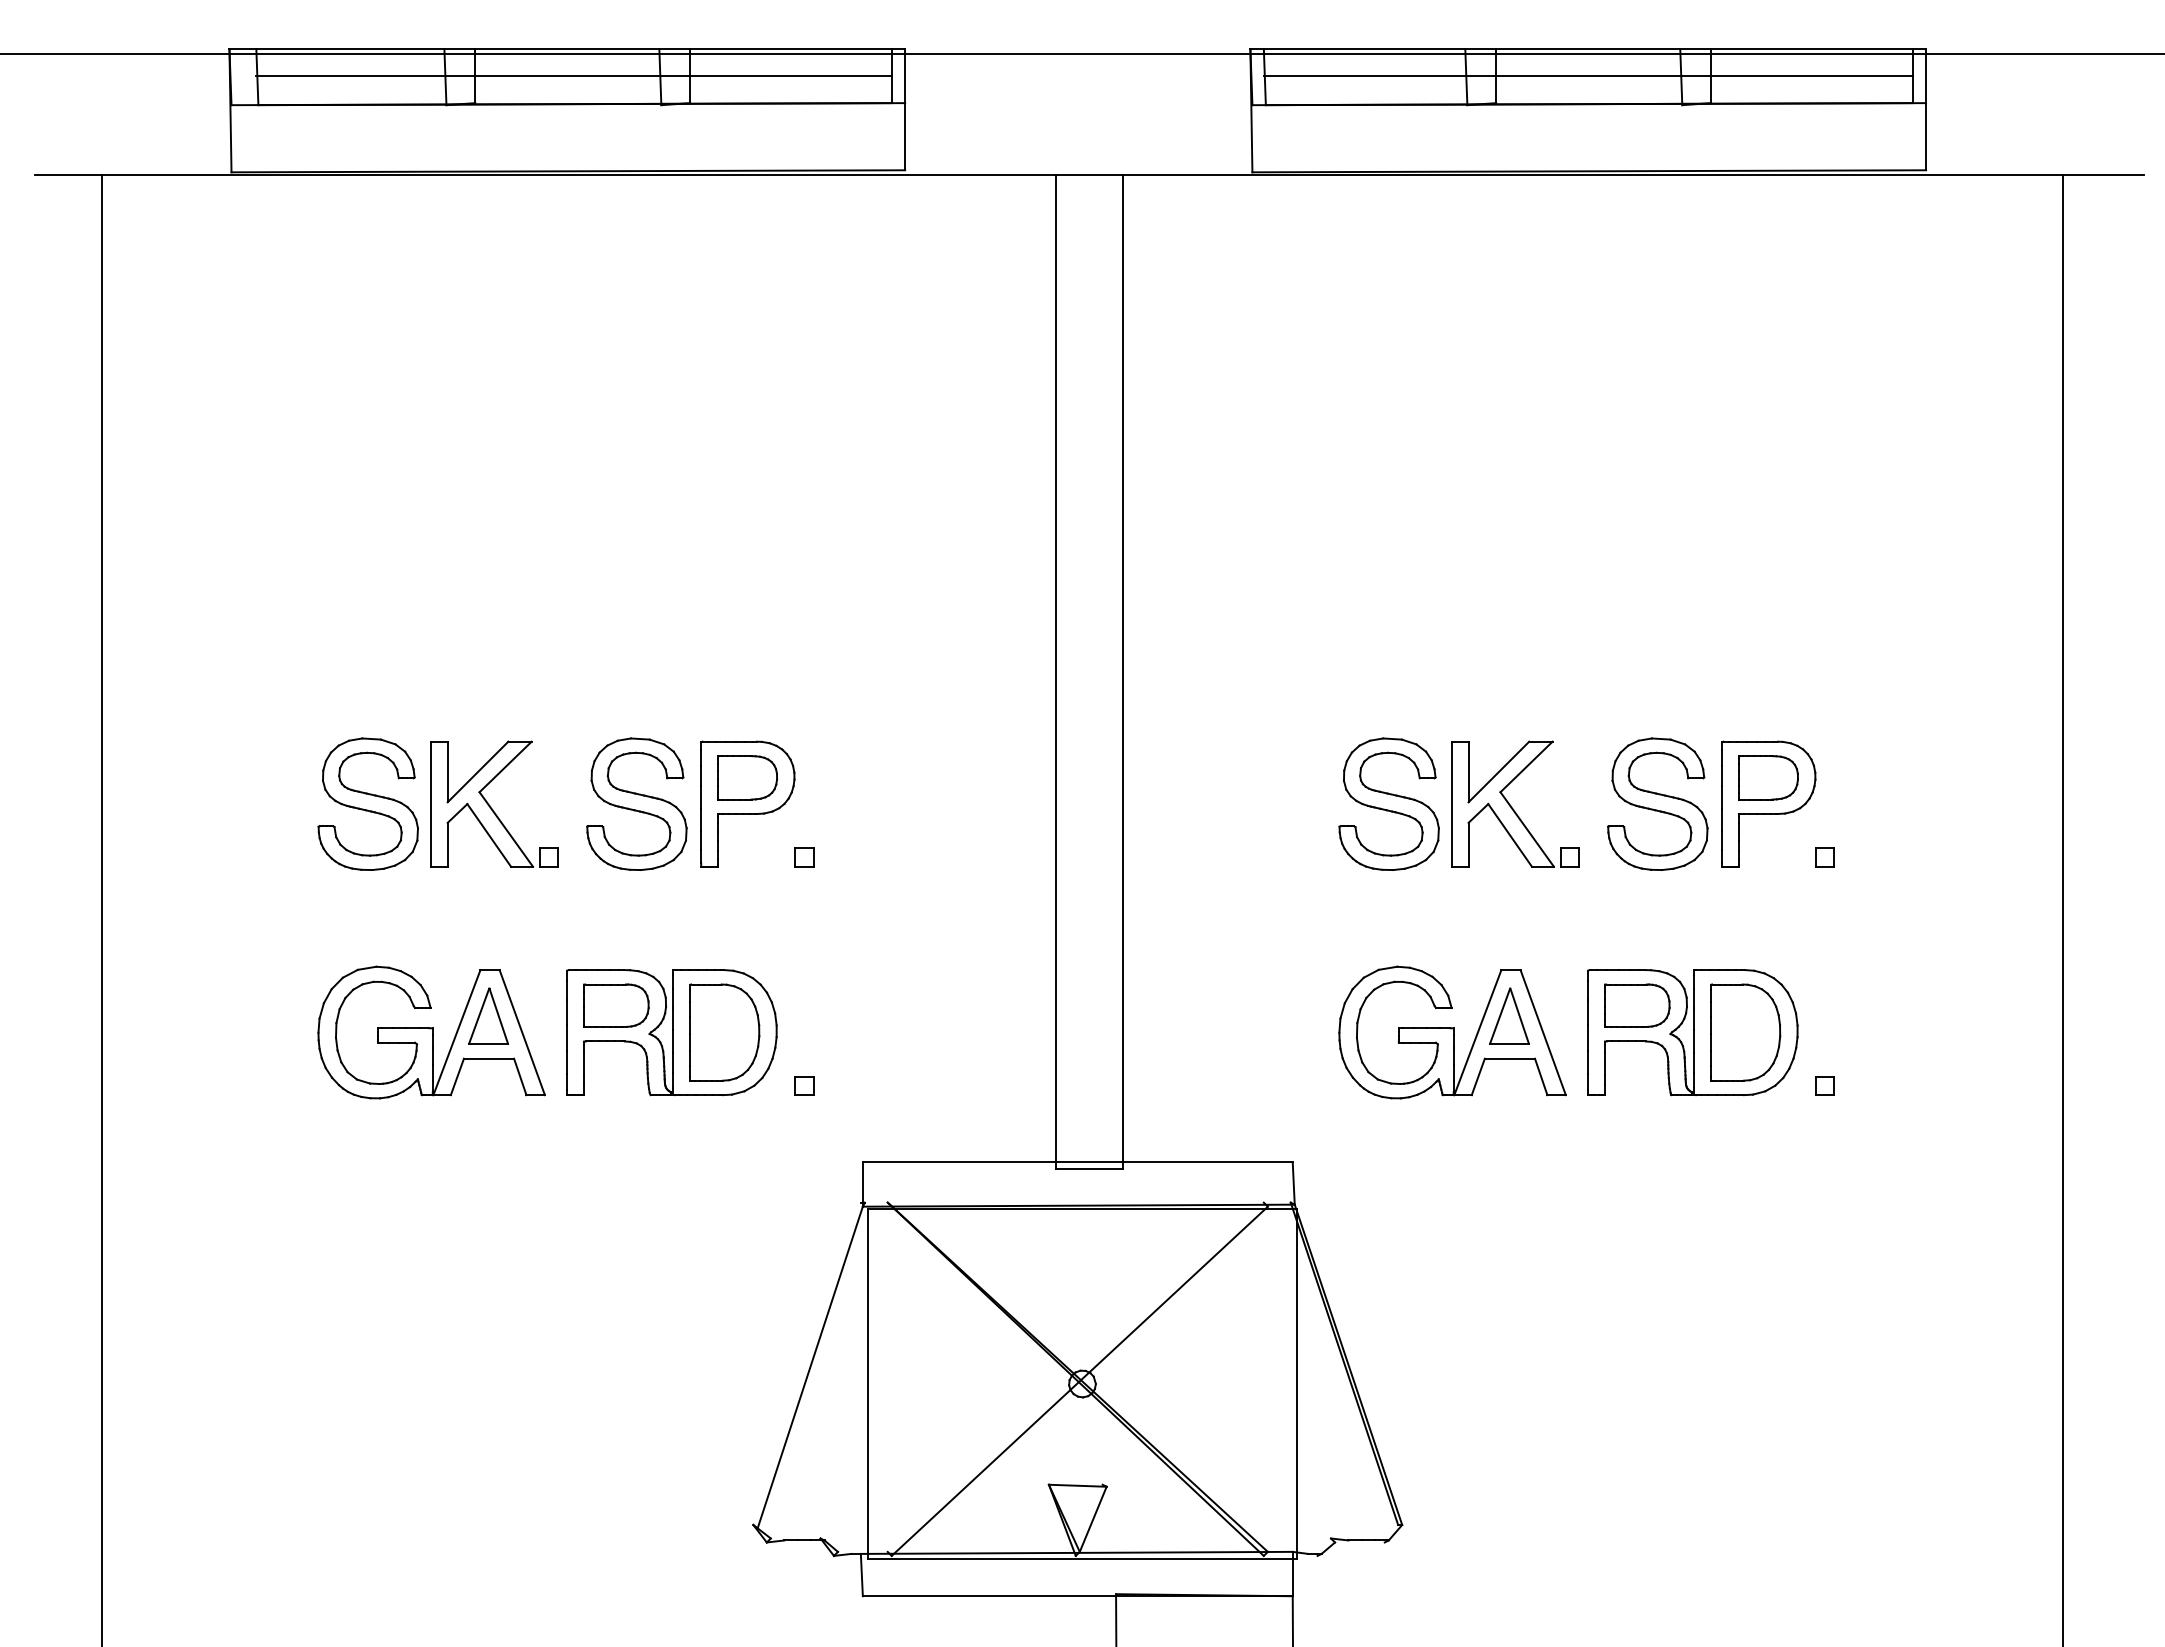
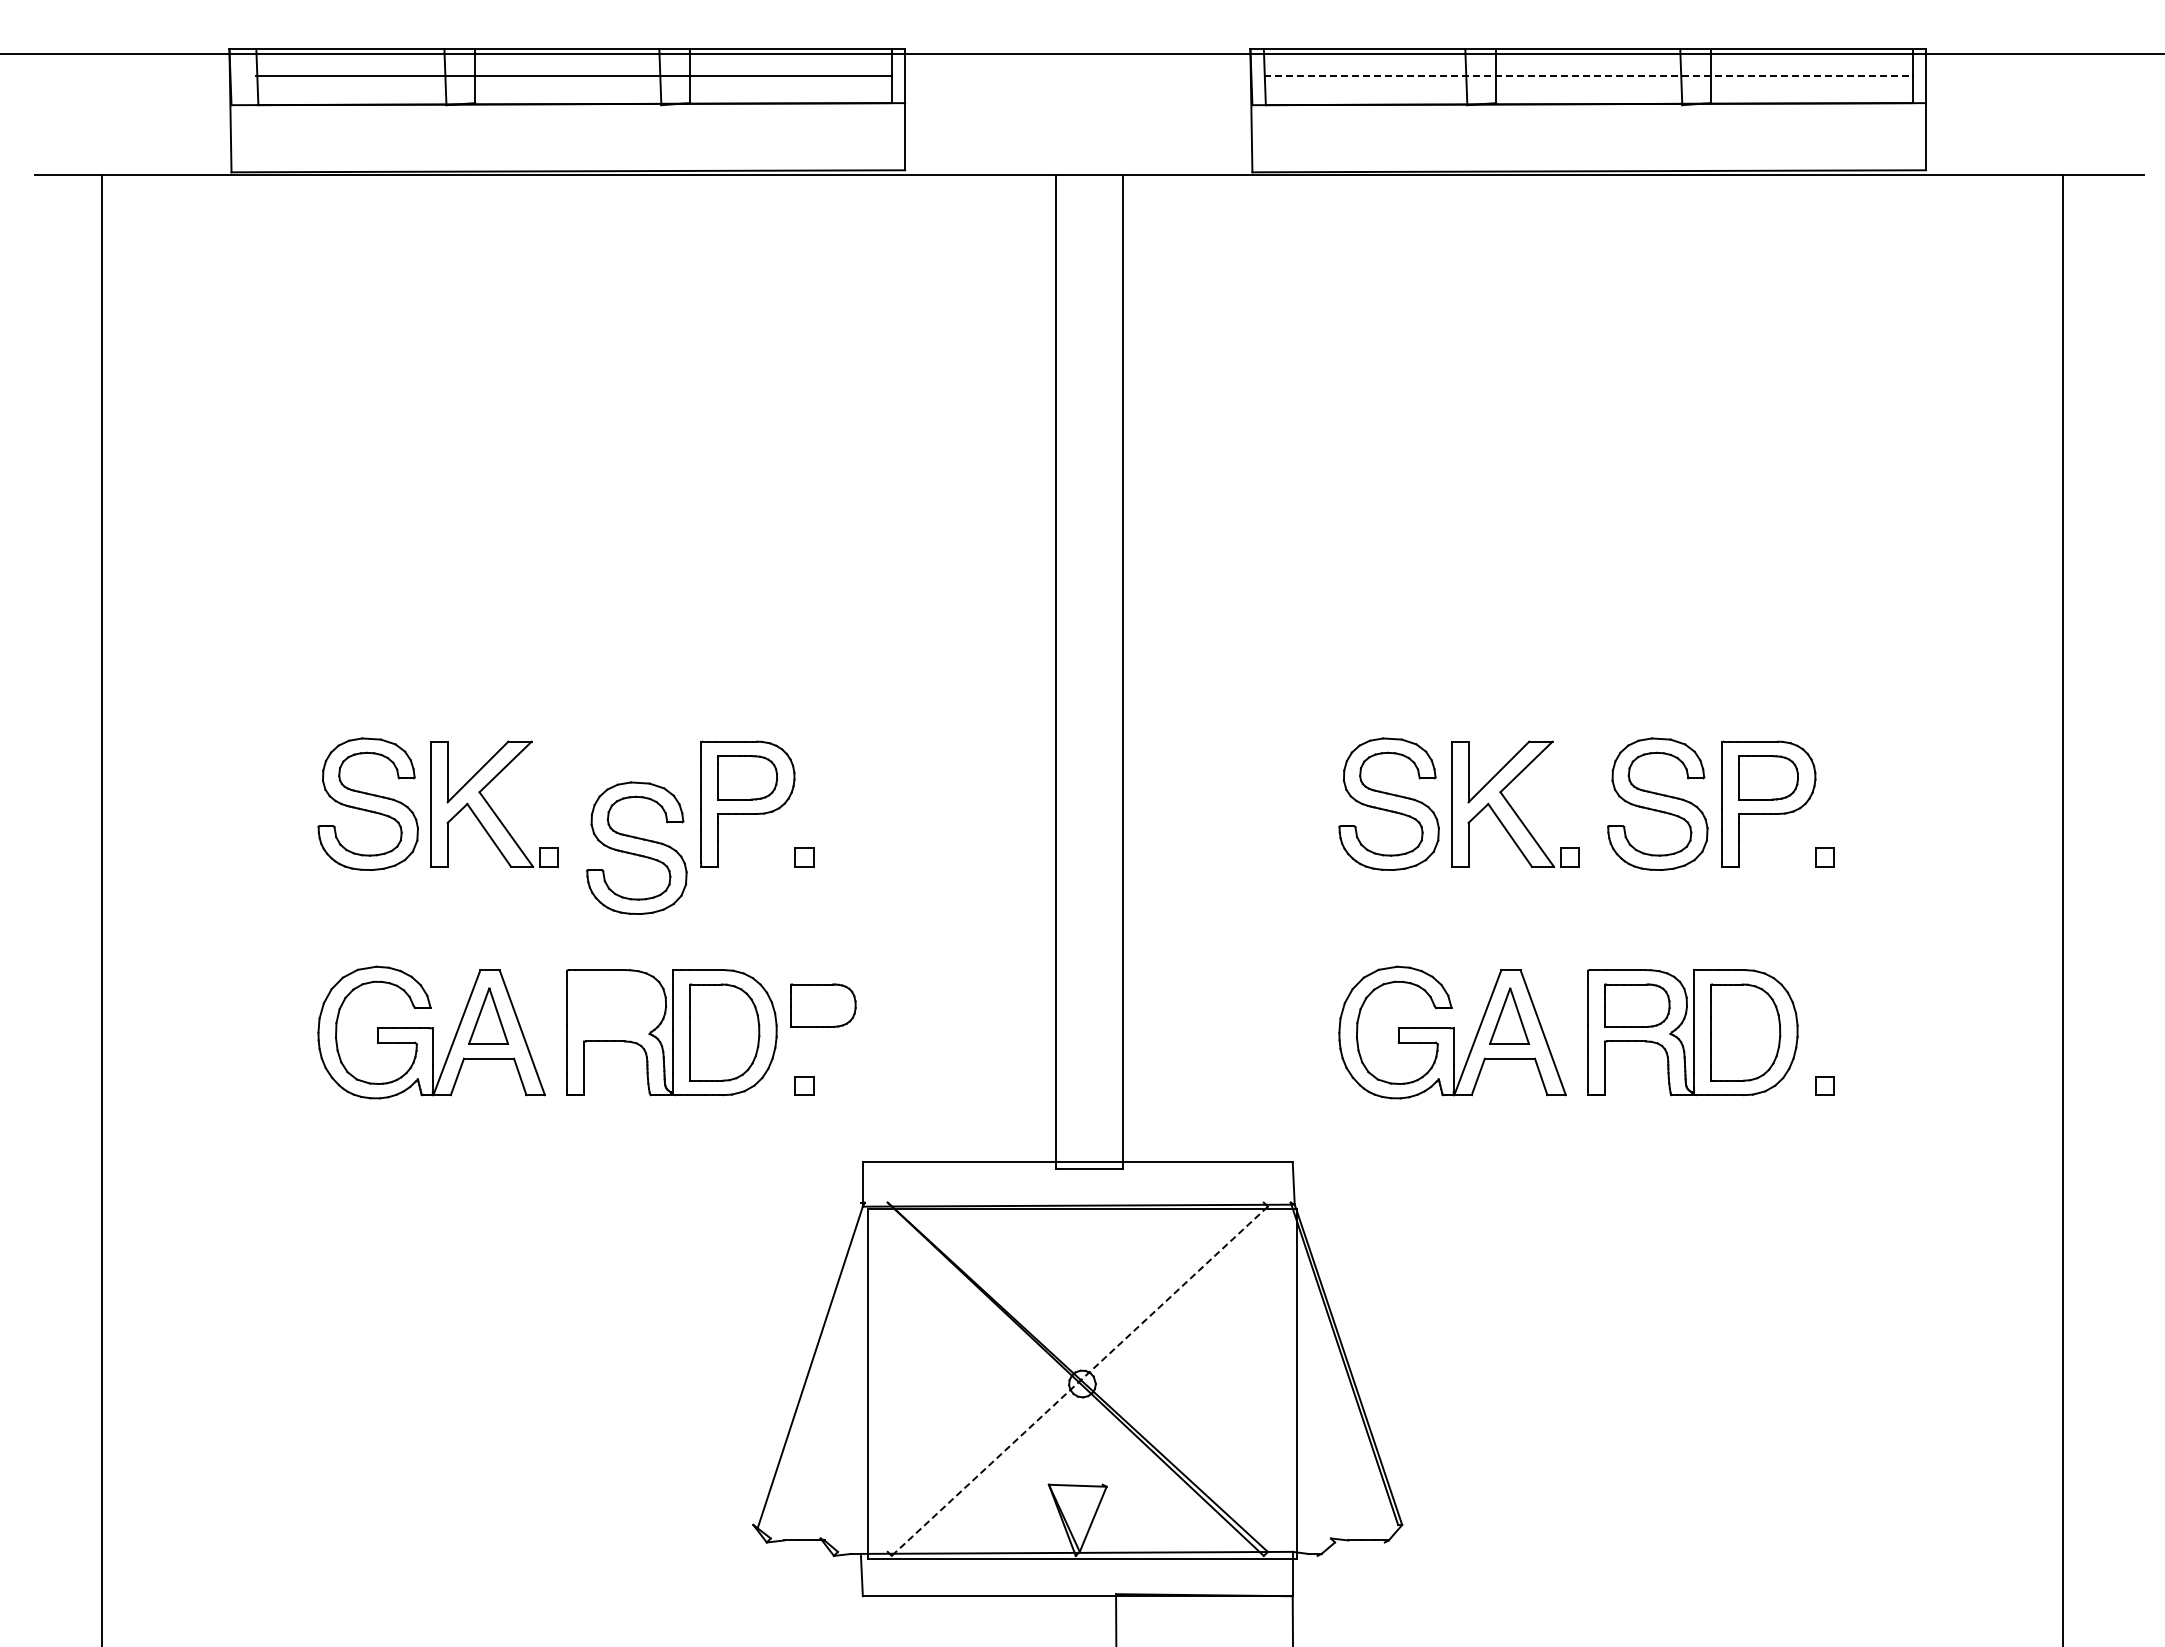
line at (1588, 76): solid -> dashed
part at (636, 803) position: (636, 803) -> (636, 847)
part at (616, 1005) position: (616, 1005) -> (823, 1005)
line at (1079, 1381): solid -> dashed
